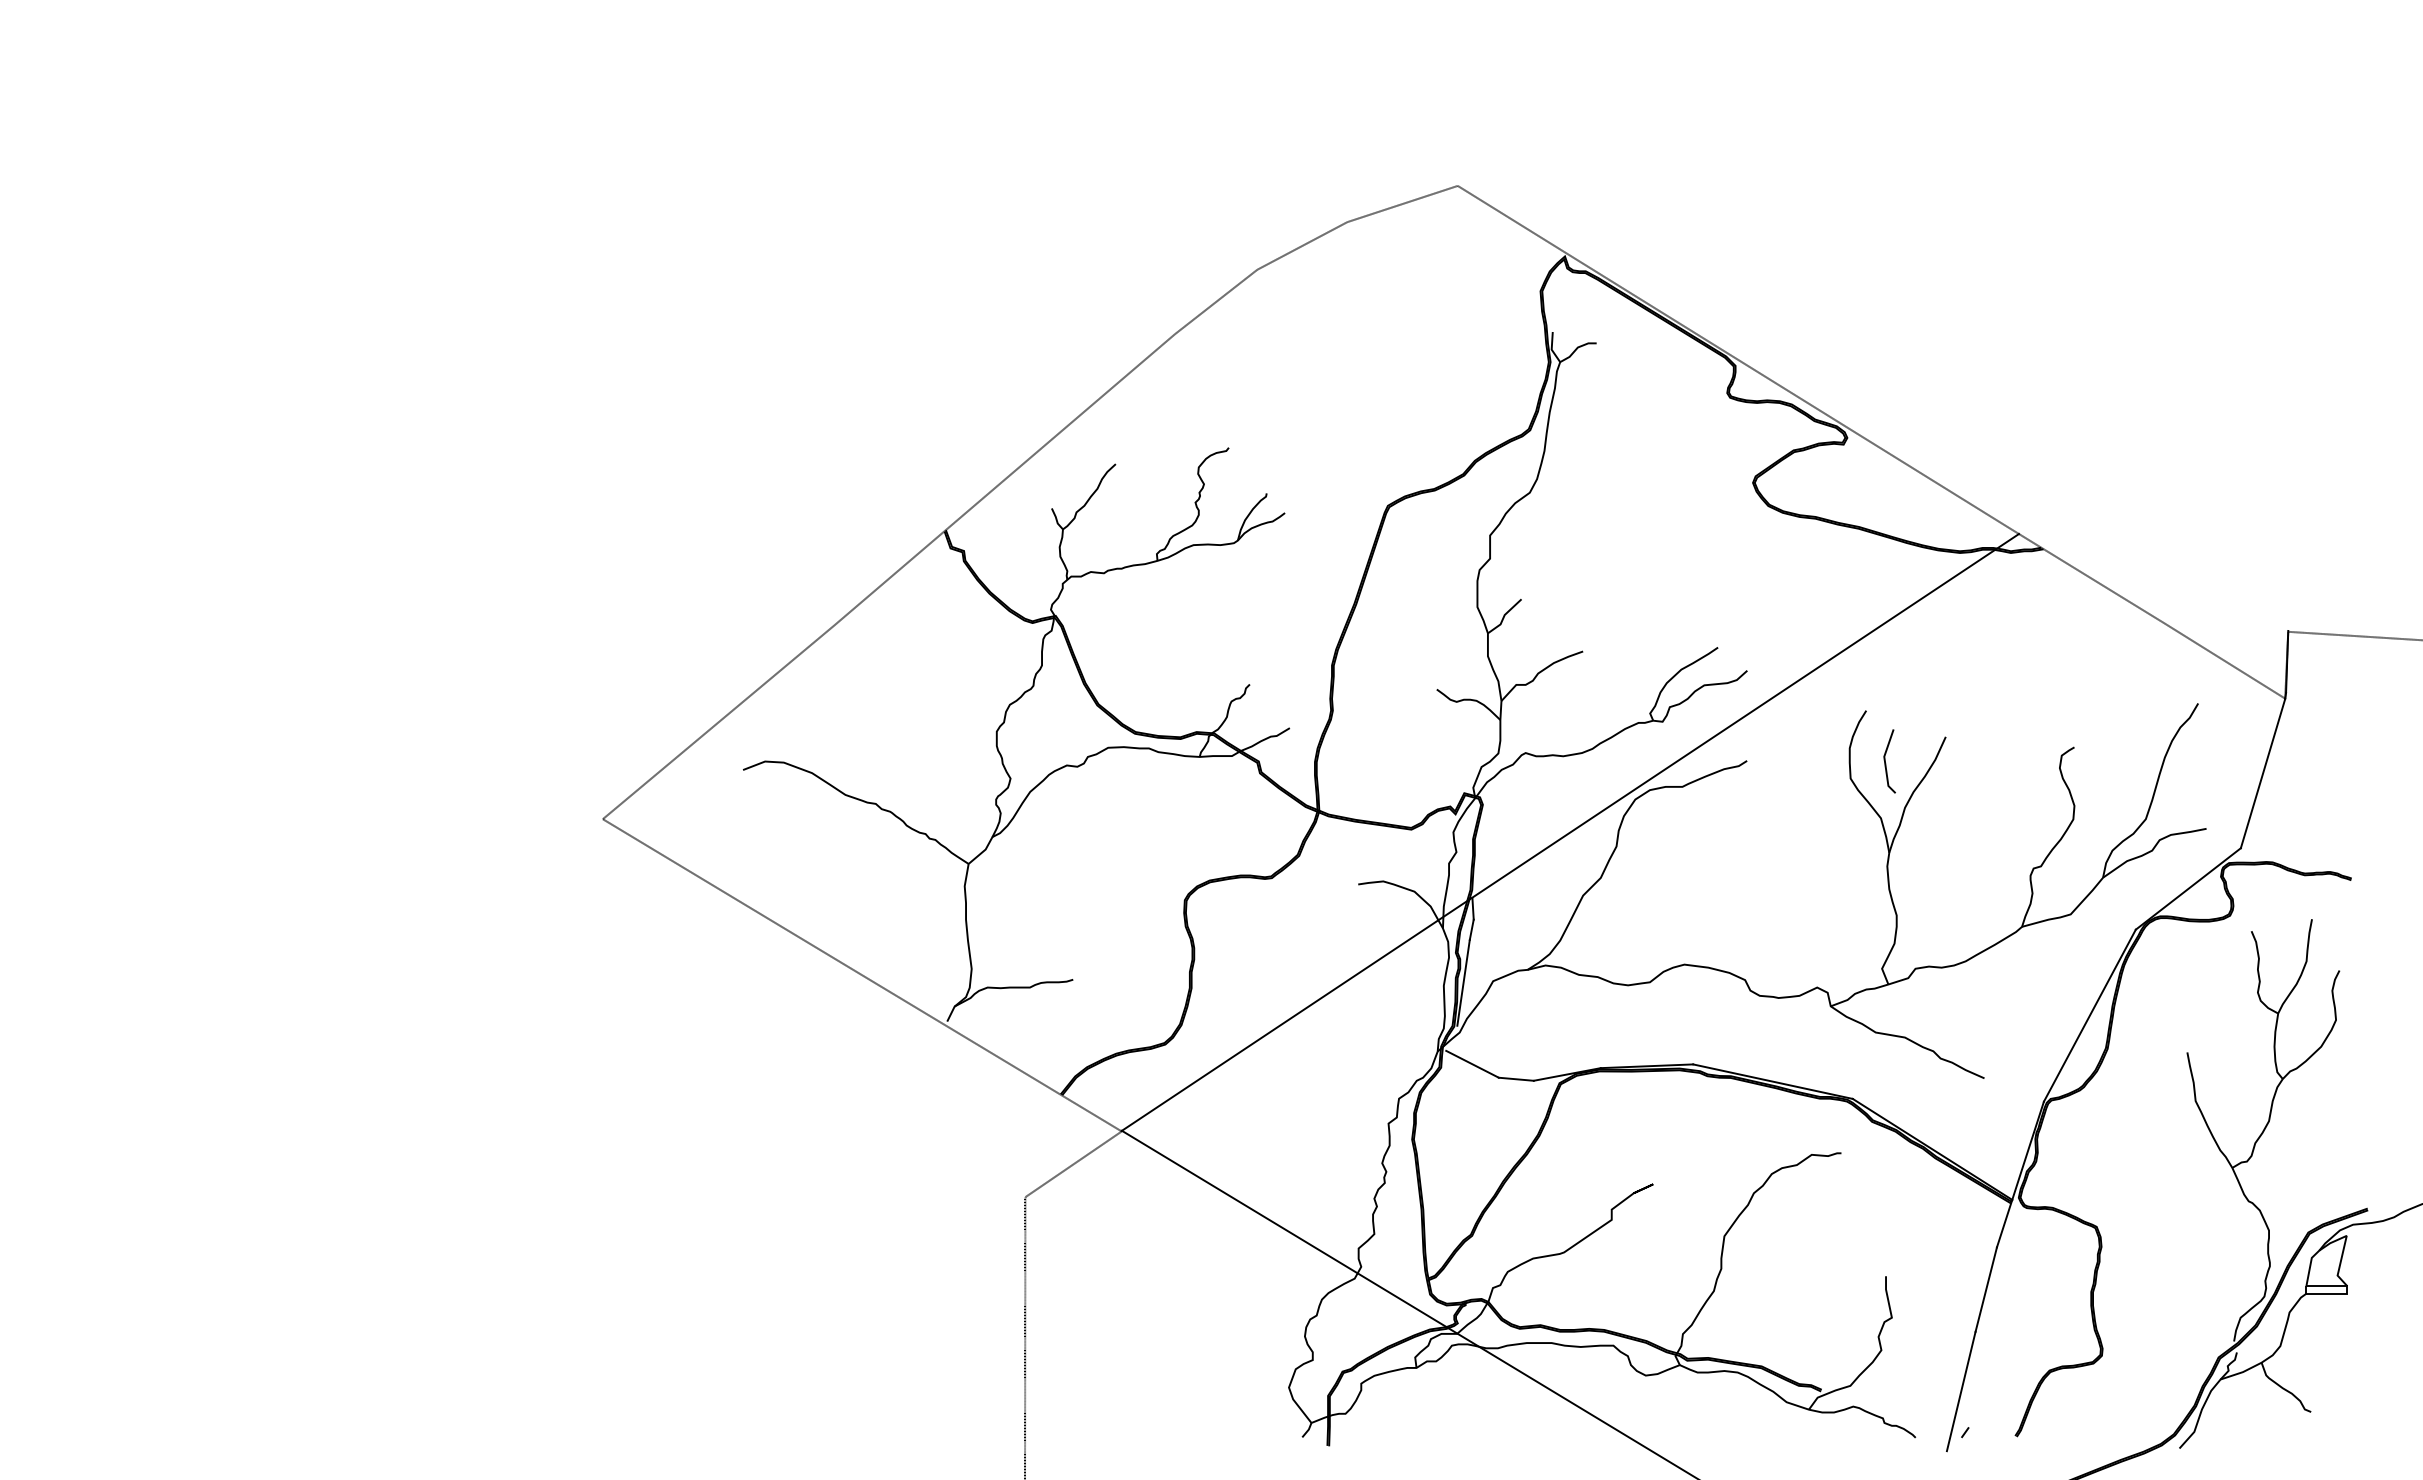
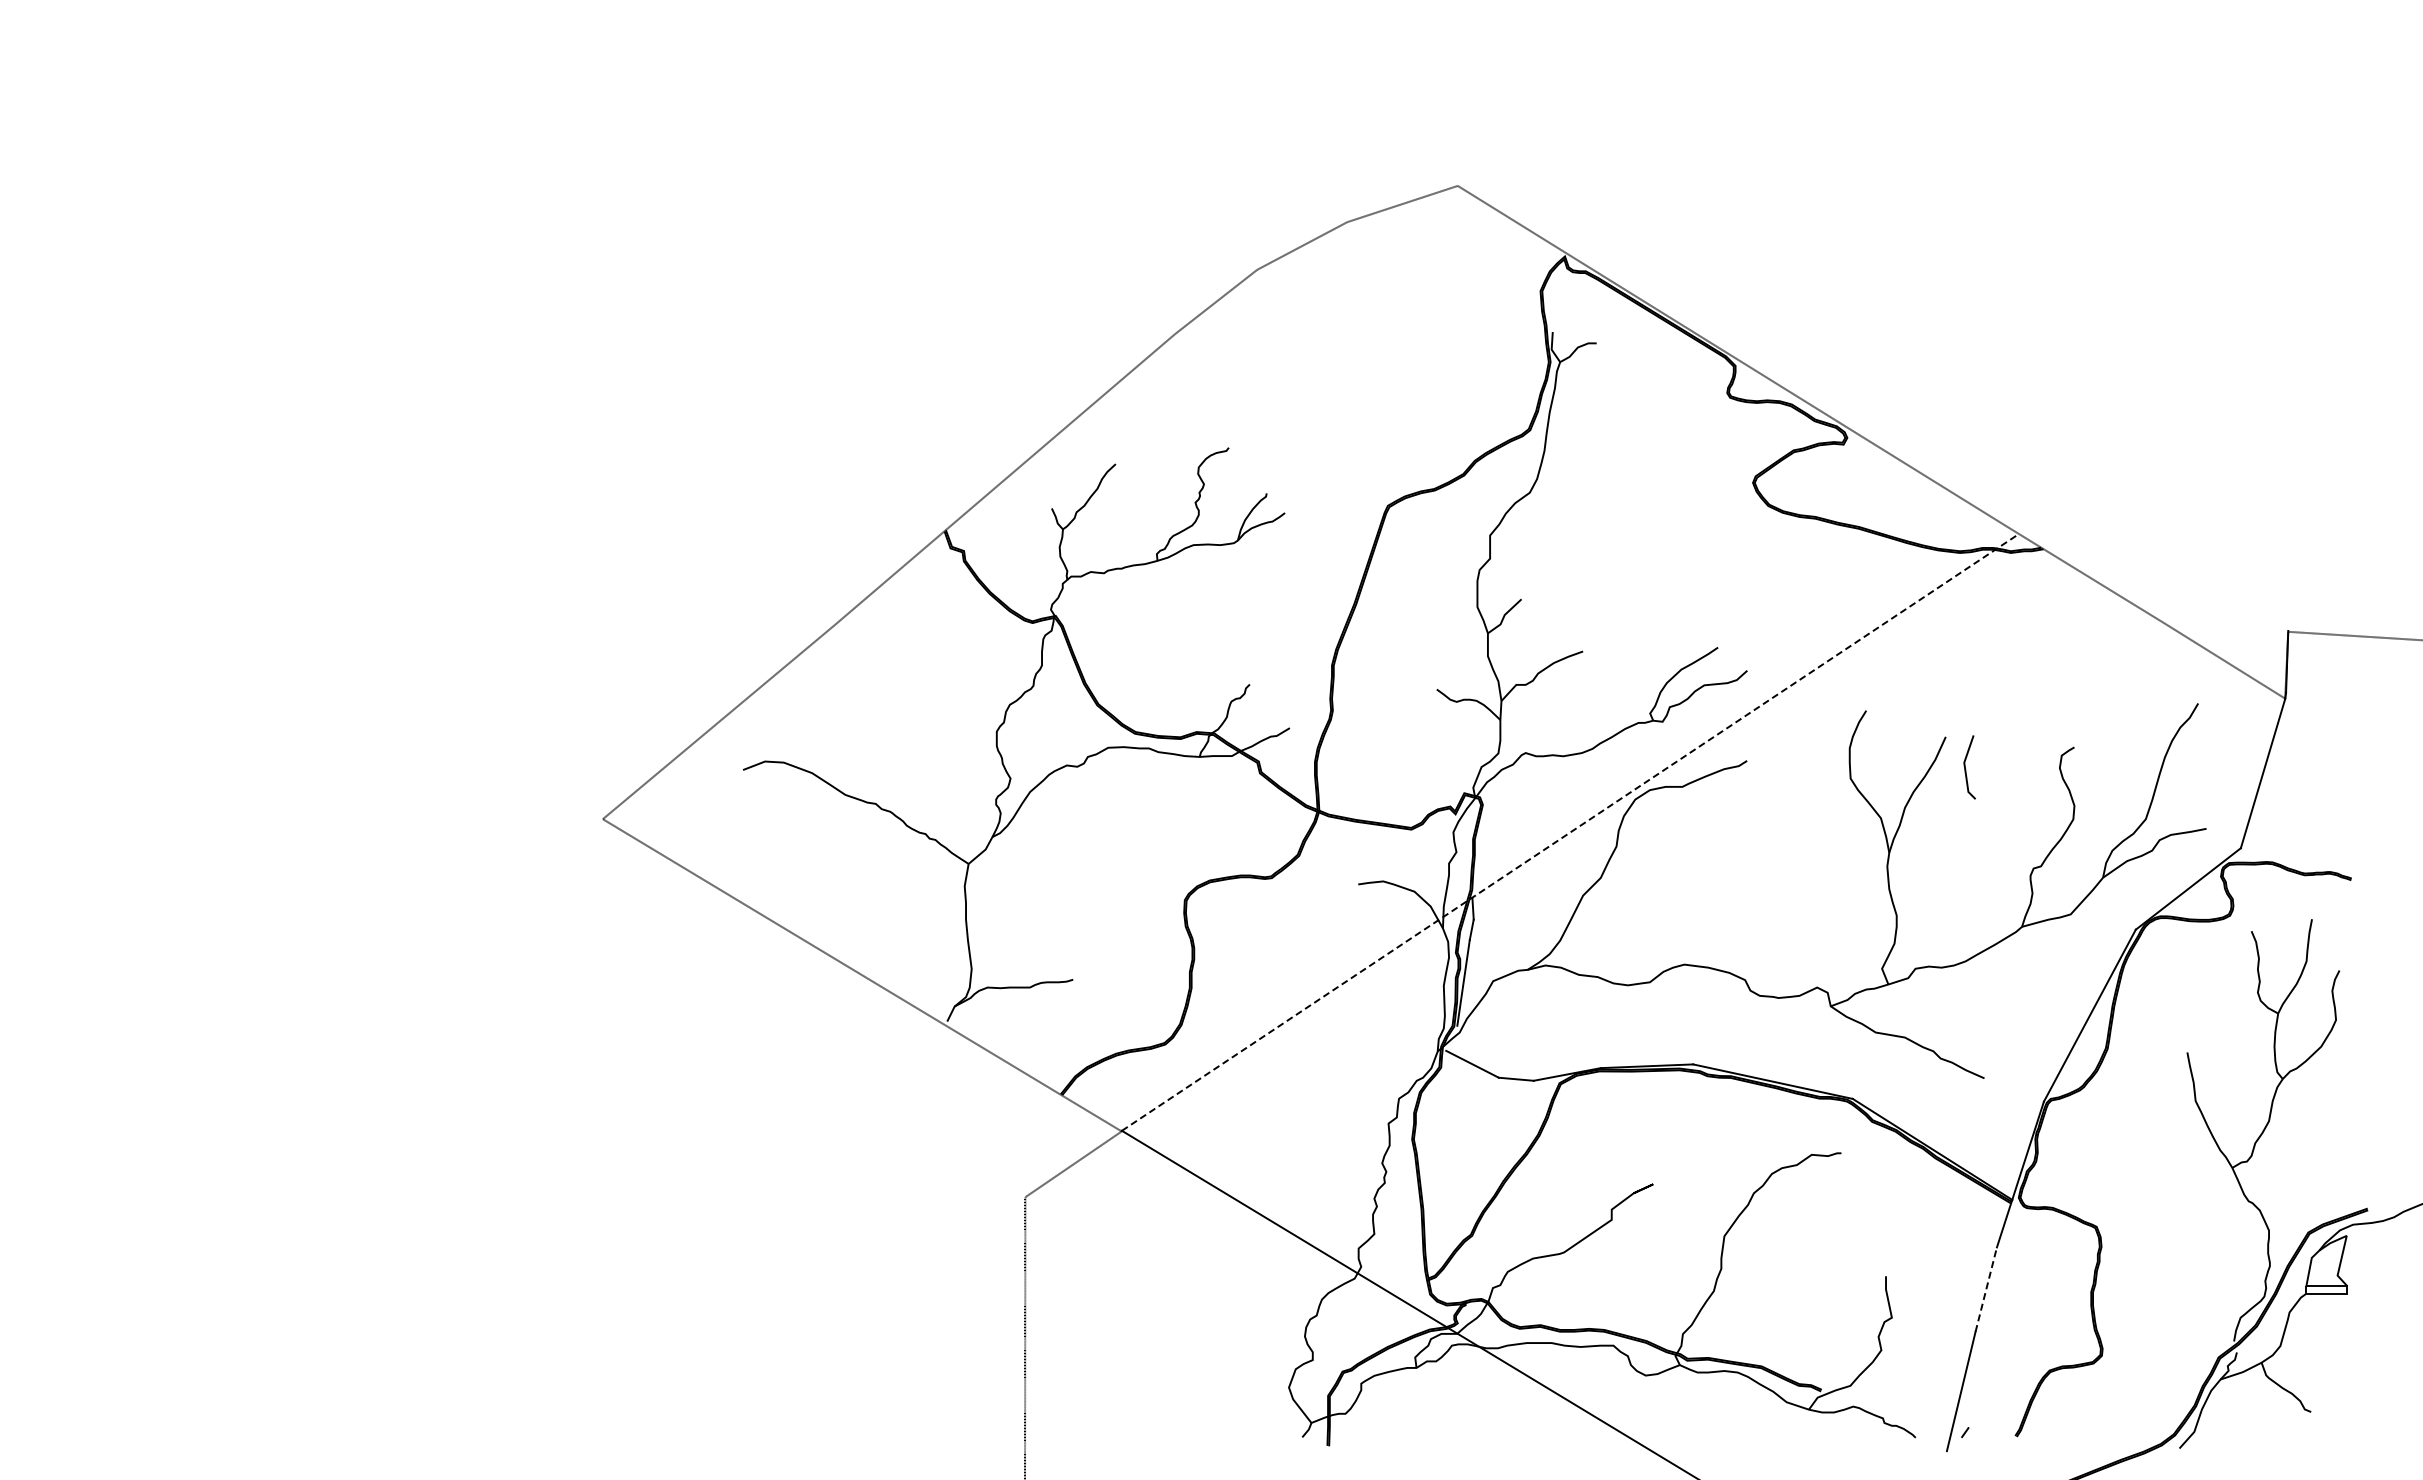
line at (1886, 763) position: (1886, 763) -> (1966, 769)
line at (1570, 832): solid -> dashed
line at (1986, 1289): solid -> dashed
